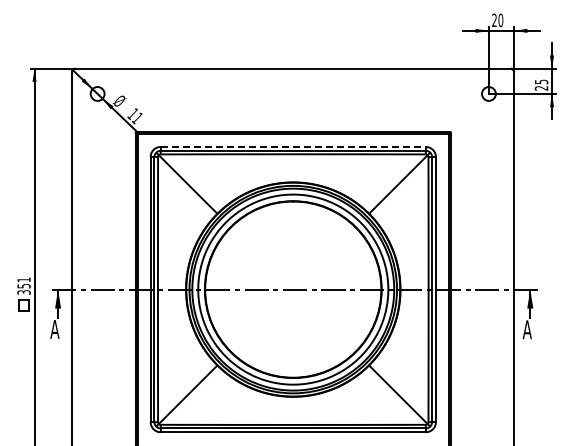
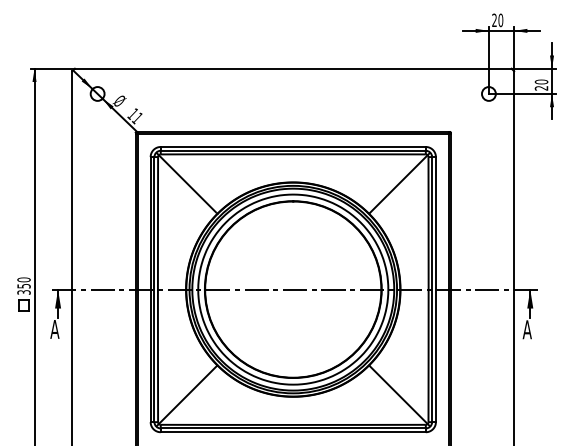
text at (541, 81): 25 -> 20
line at (293, 146): dashed -> solid
text at (23, 279): 351 -> 350
